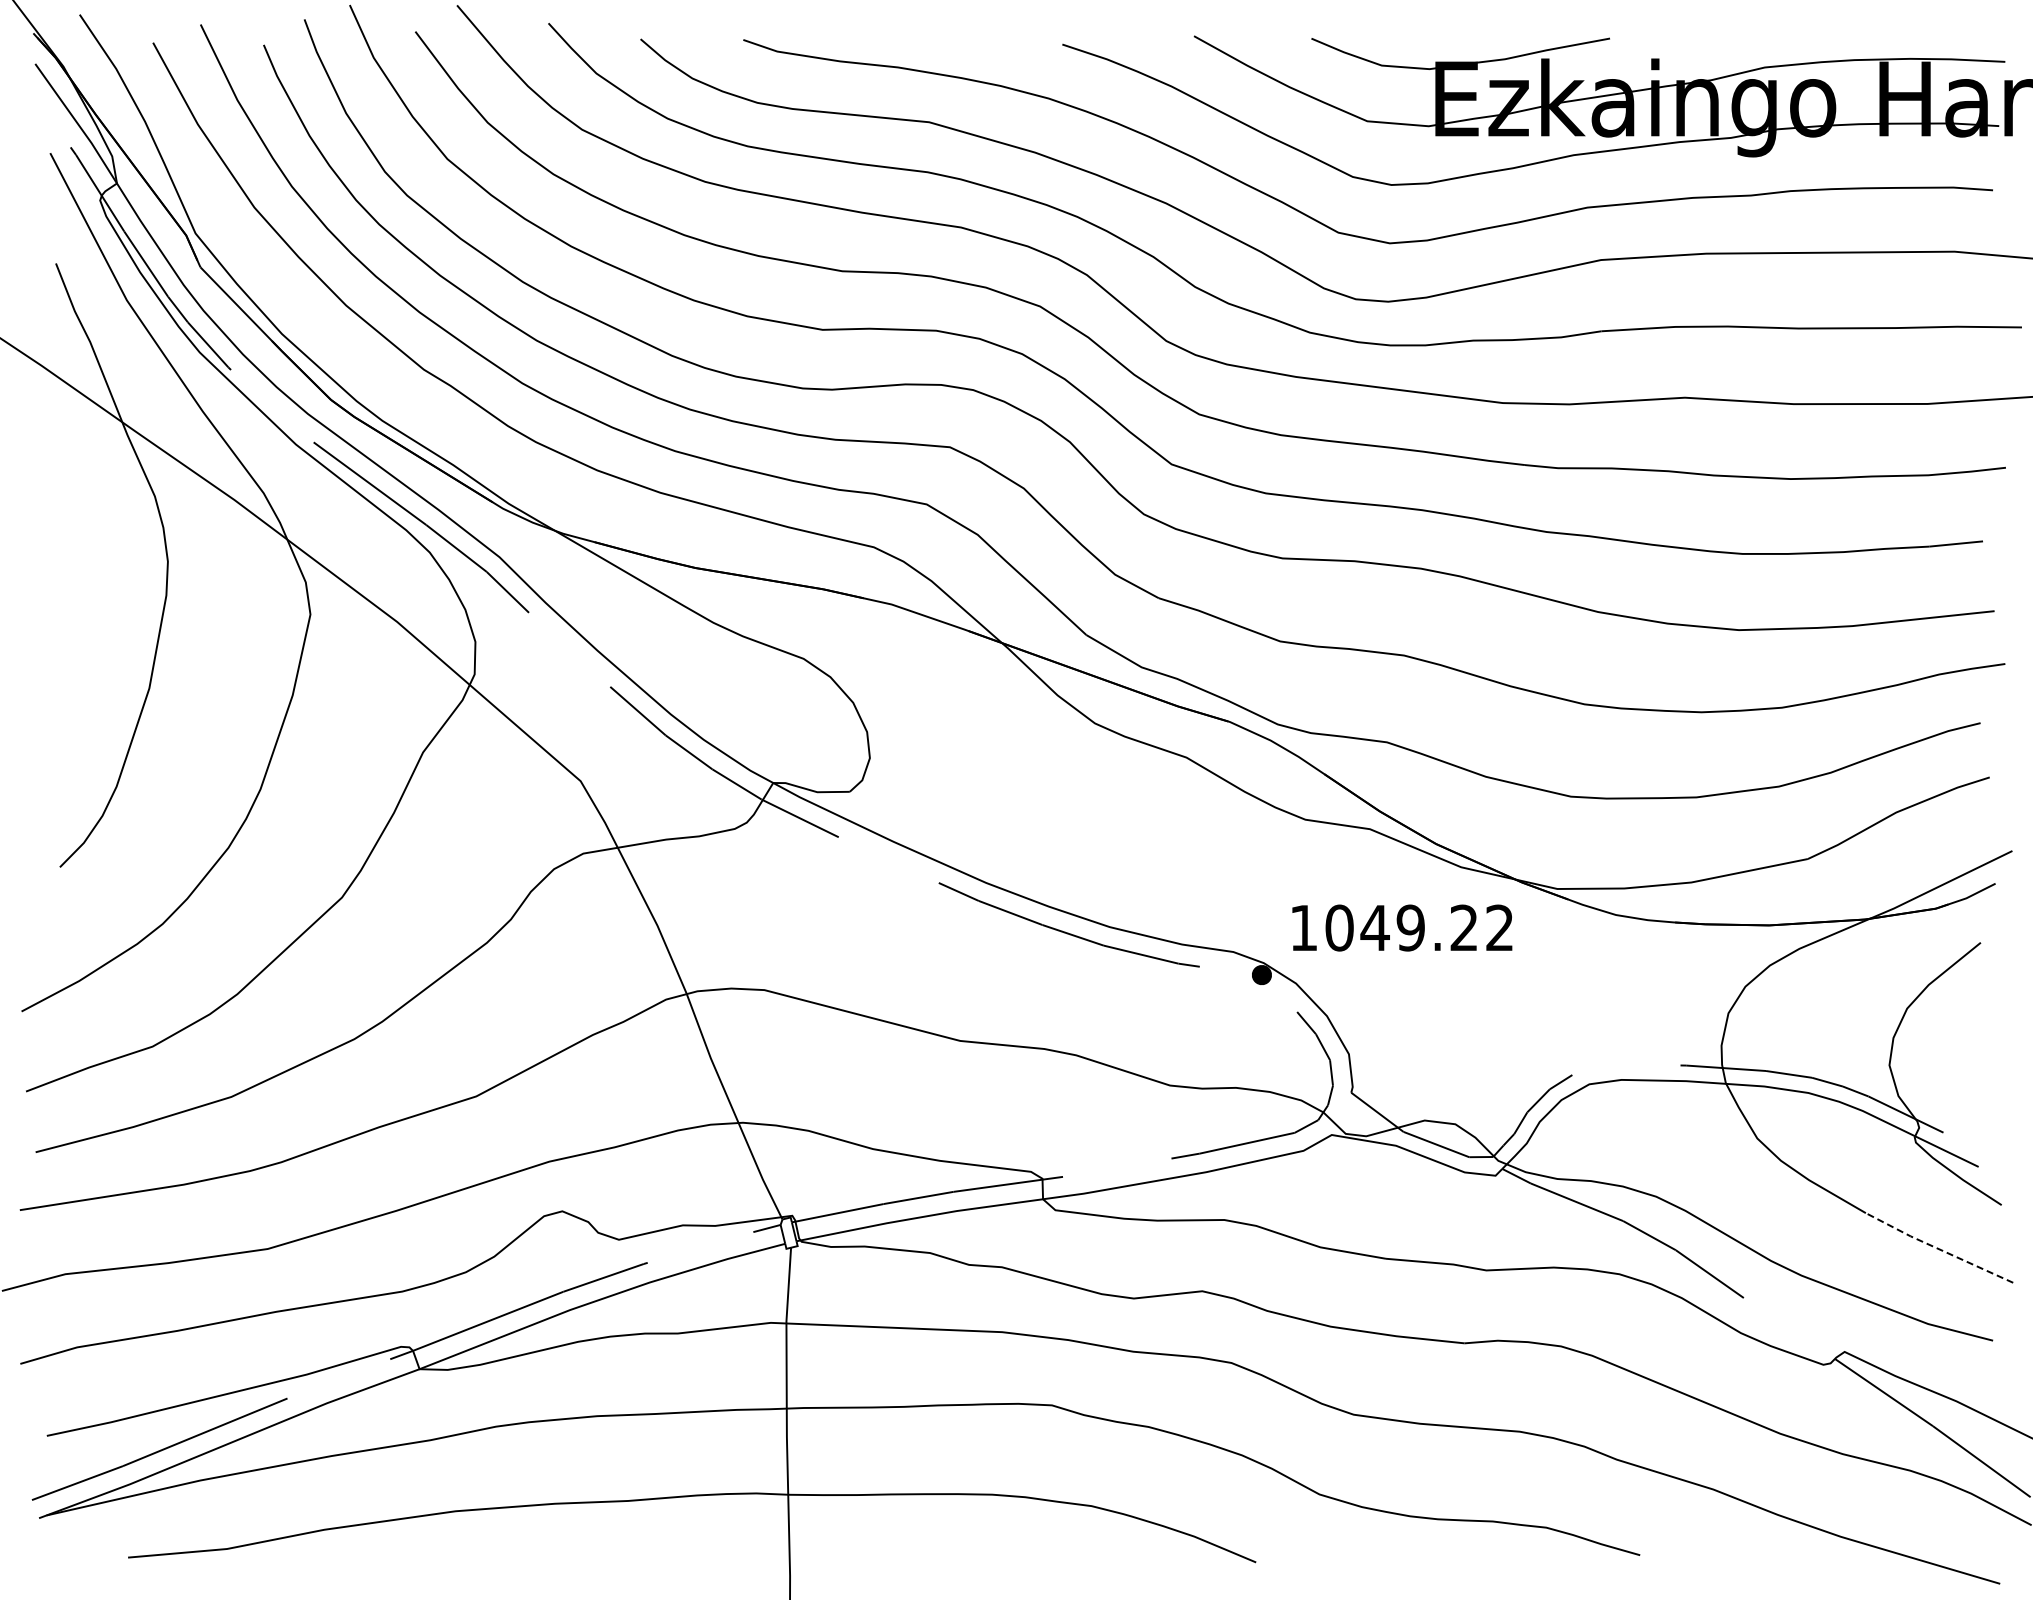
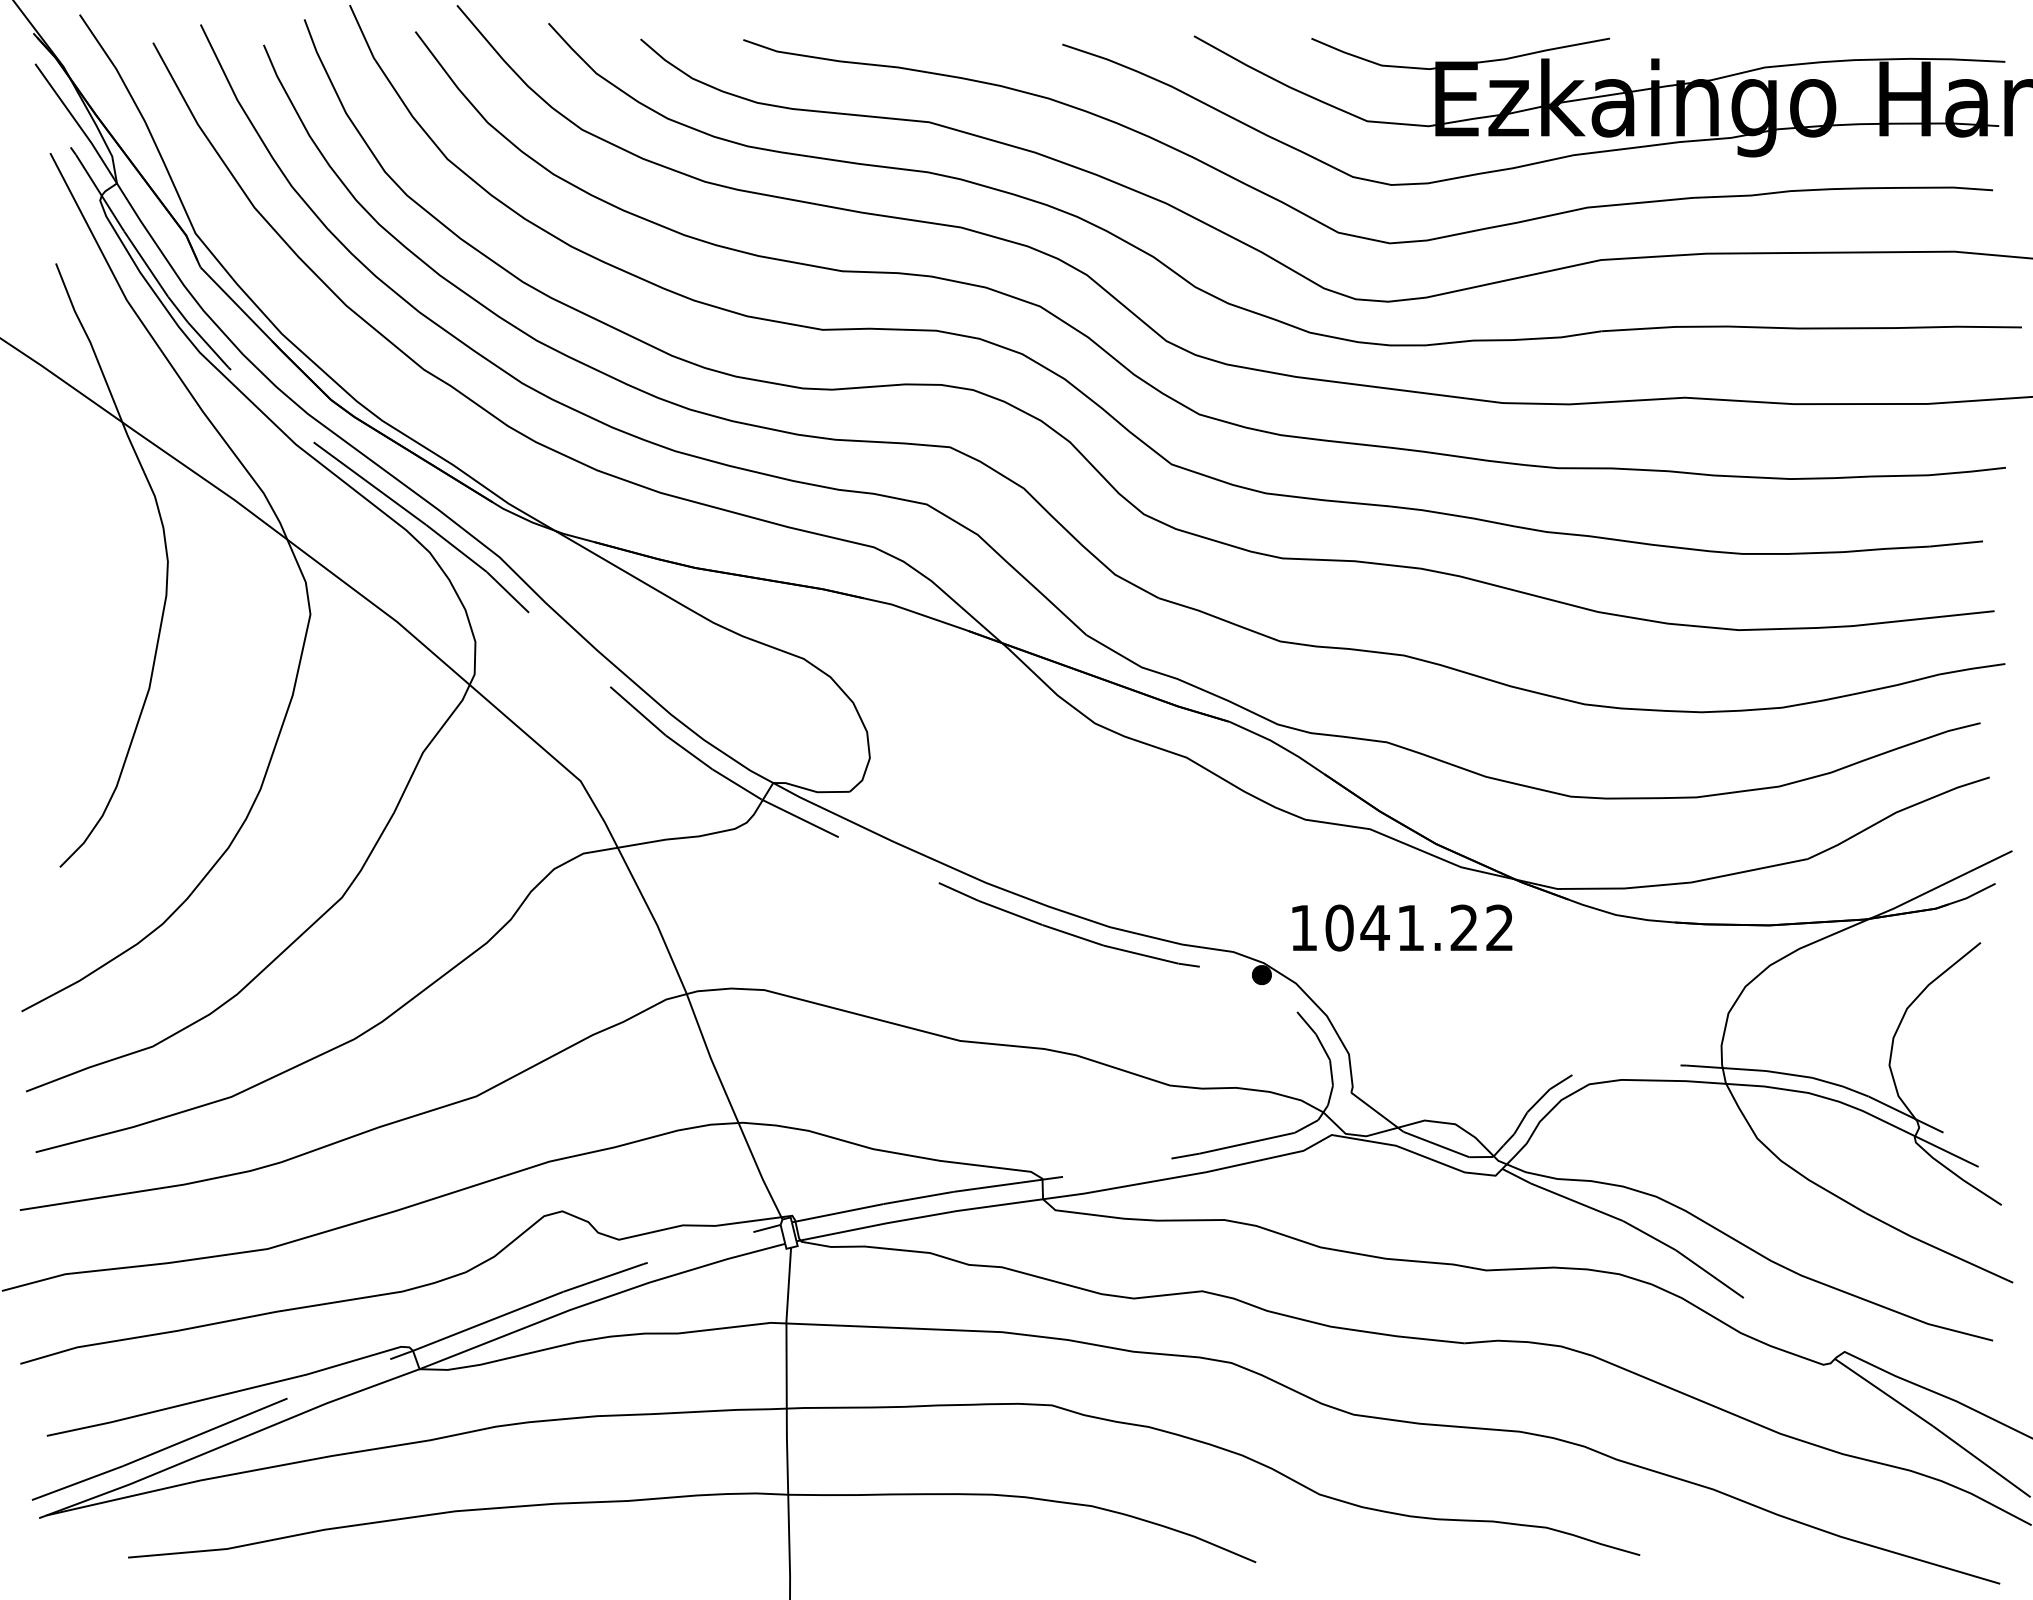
text at (1410, 927): 1049.22 -> 1041.22
line at (1937, 1248): dashed -> solid
